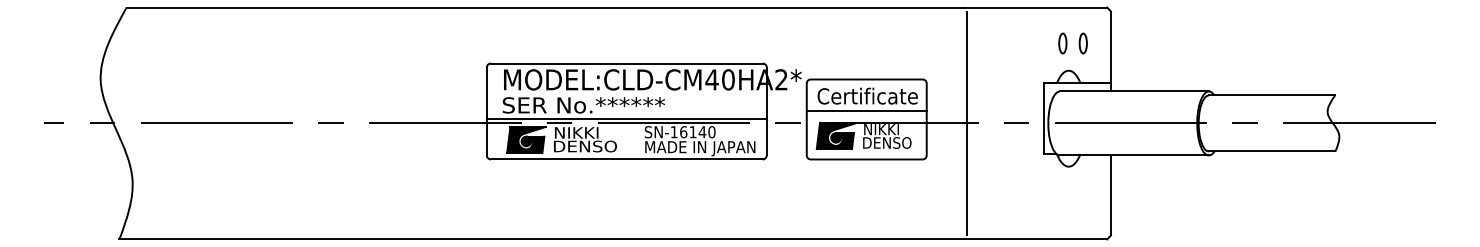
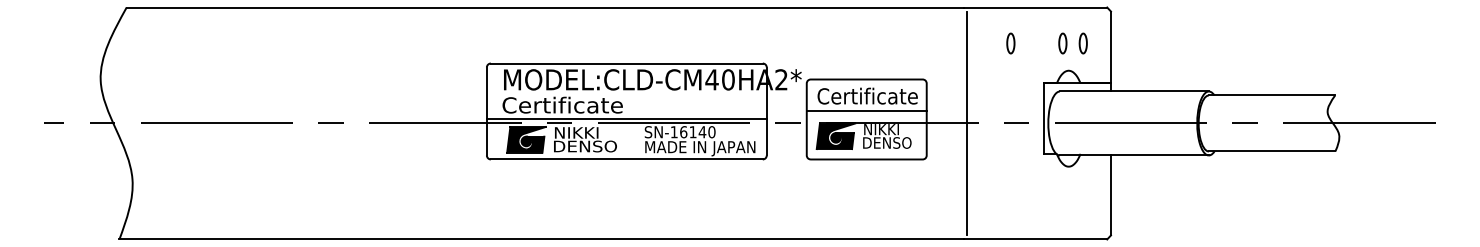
part at (1010, 43): none -> present
text at (583, 104): SER No.****** -> Certificate
